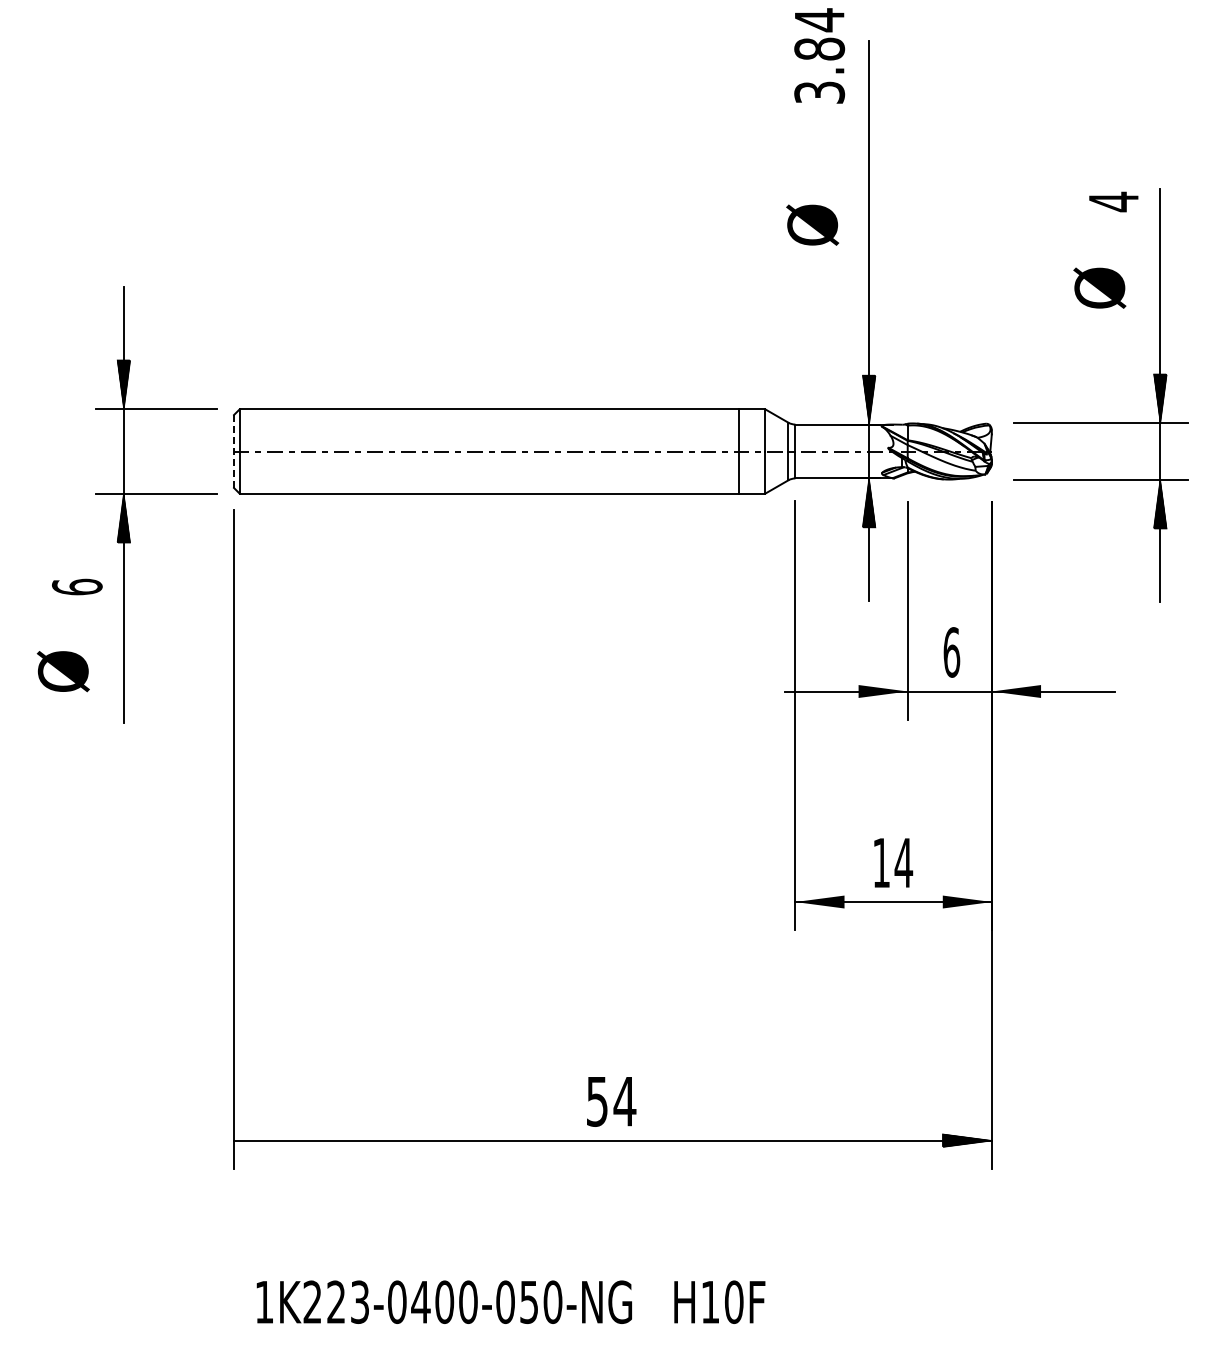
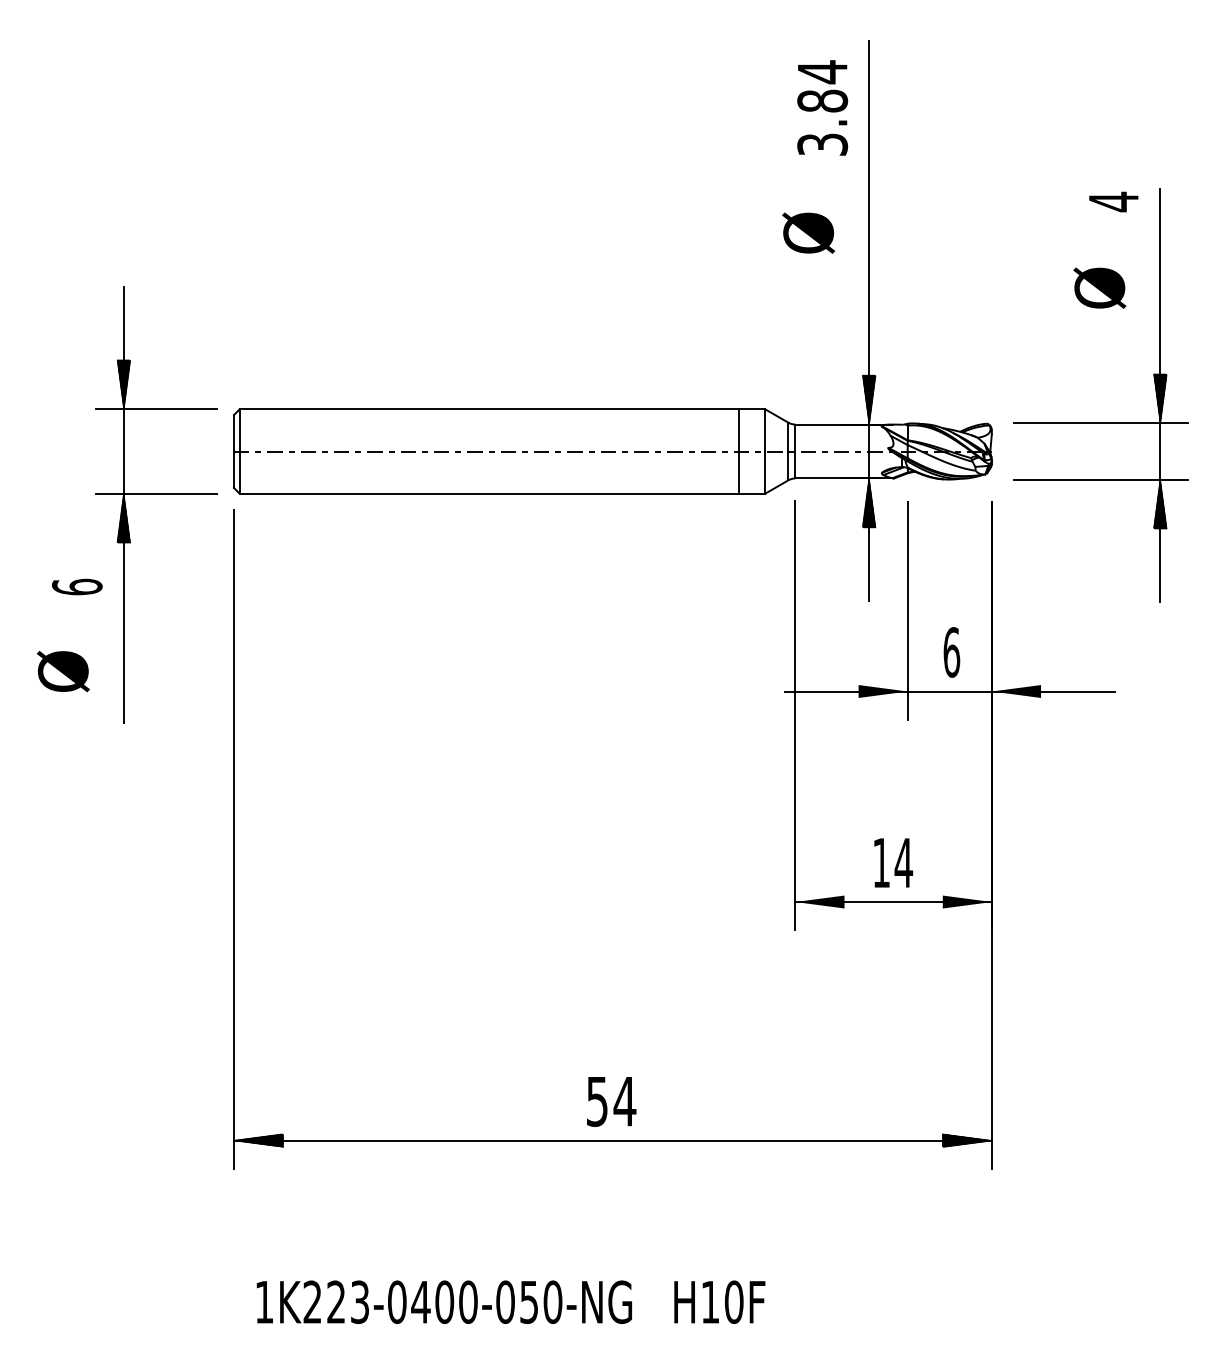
text at (819, 55) position: (819, 55) -> (822, 107)
text at (812, 224) position: (812, 224) -> (808, 232)
line at (234, 451): dashed -> solid
hatch at (258, 1140): none -> present
